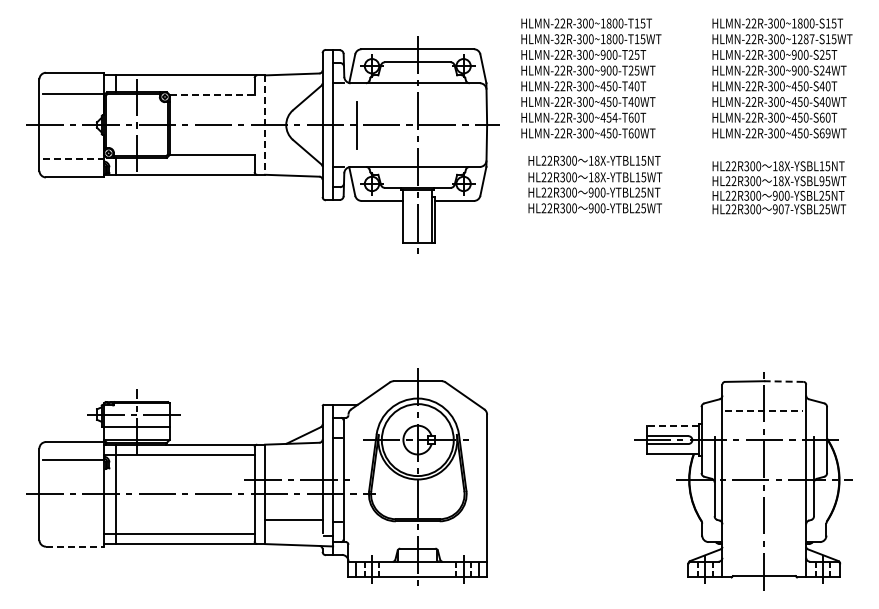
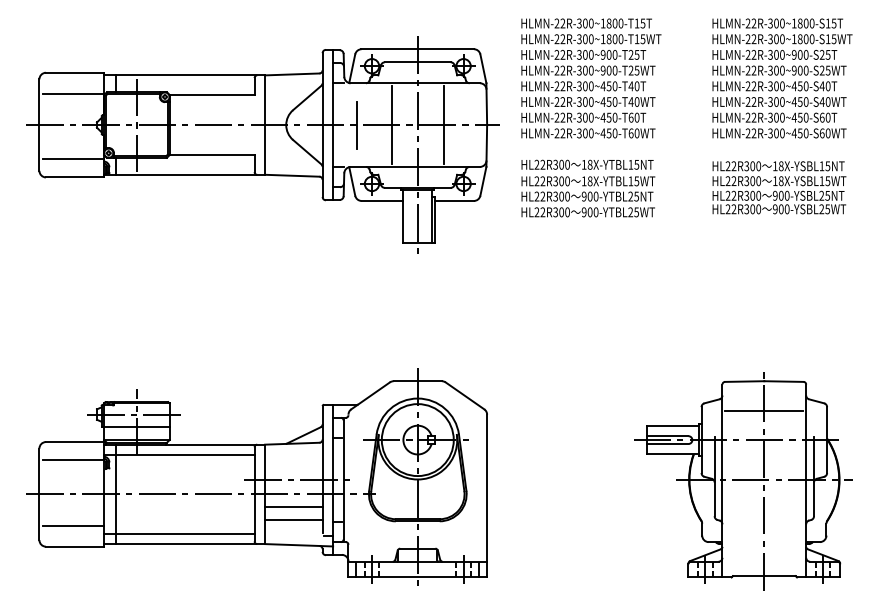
text at (556, 39): HLMN-32R-300~1800-T15WT -> HLMN-22R-300~1800-T15WT
text at (805, 39): HLMN-22R-300~1287-S15WT -> HLMN-22R-300~1800-S15WT
text at (827, 70): HLMN-22R-300~900-S24WT -> HLMN-22R-300~900-S25WT
line at (212, 95): dashed -> solid
text at (614, 117): HLMN-22R-300~454-T60T -> HLMN-22R-300~450-T60T
line at (391, 124): none -> present
line at (443, 124): none -> present
line at (265, 125): dashed -> solid
text at (827, 133): HLMN-22R-300~450-S69WT -> HLMN-22R-300~450-S60WT
line at (73, 159): dashed -> solid
text at (821, 181): 18X-YSBL95WT -> 18X-YSBL15WT
text at (595, 184) position: (595, 184) -> (588, 188)
text at (786, 209): 907-YSBL25WT -> 900-YSBL25WT
line at (783, 381): dashed -> solid
line at (764, 411): dashed -> solid
line at (672, 425): dashed -> solid
line at (293, 506): none -> present
line at (72, 525): none -> present
line at (74, 546): dashed -> solid
